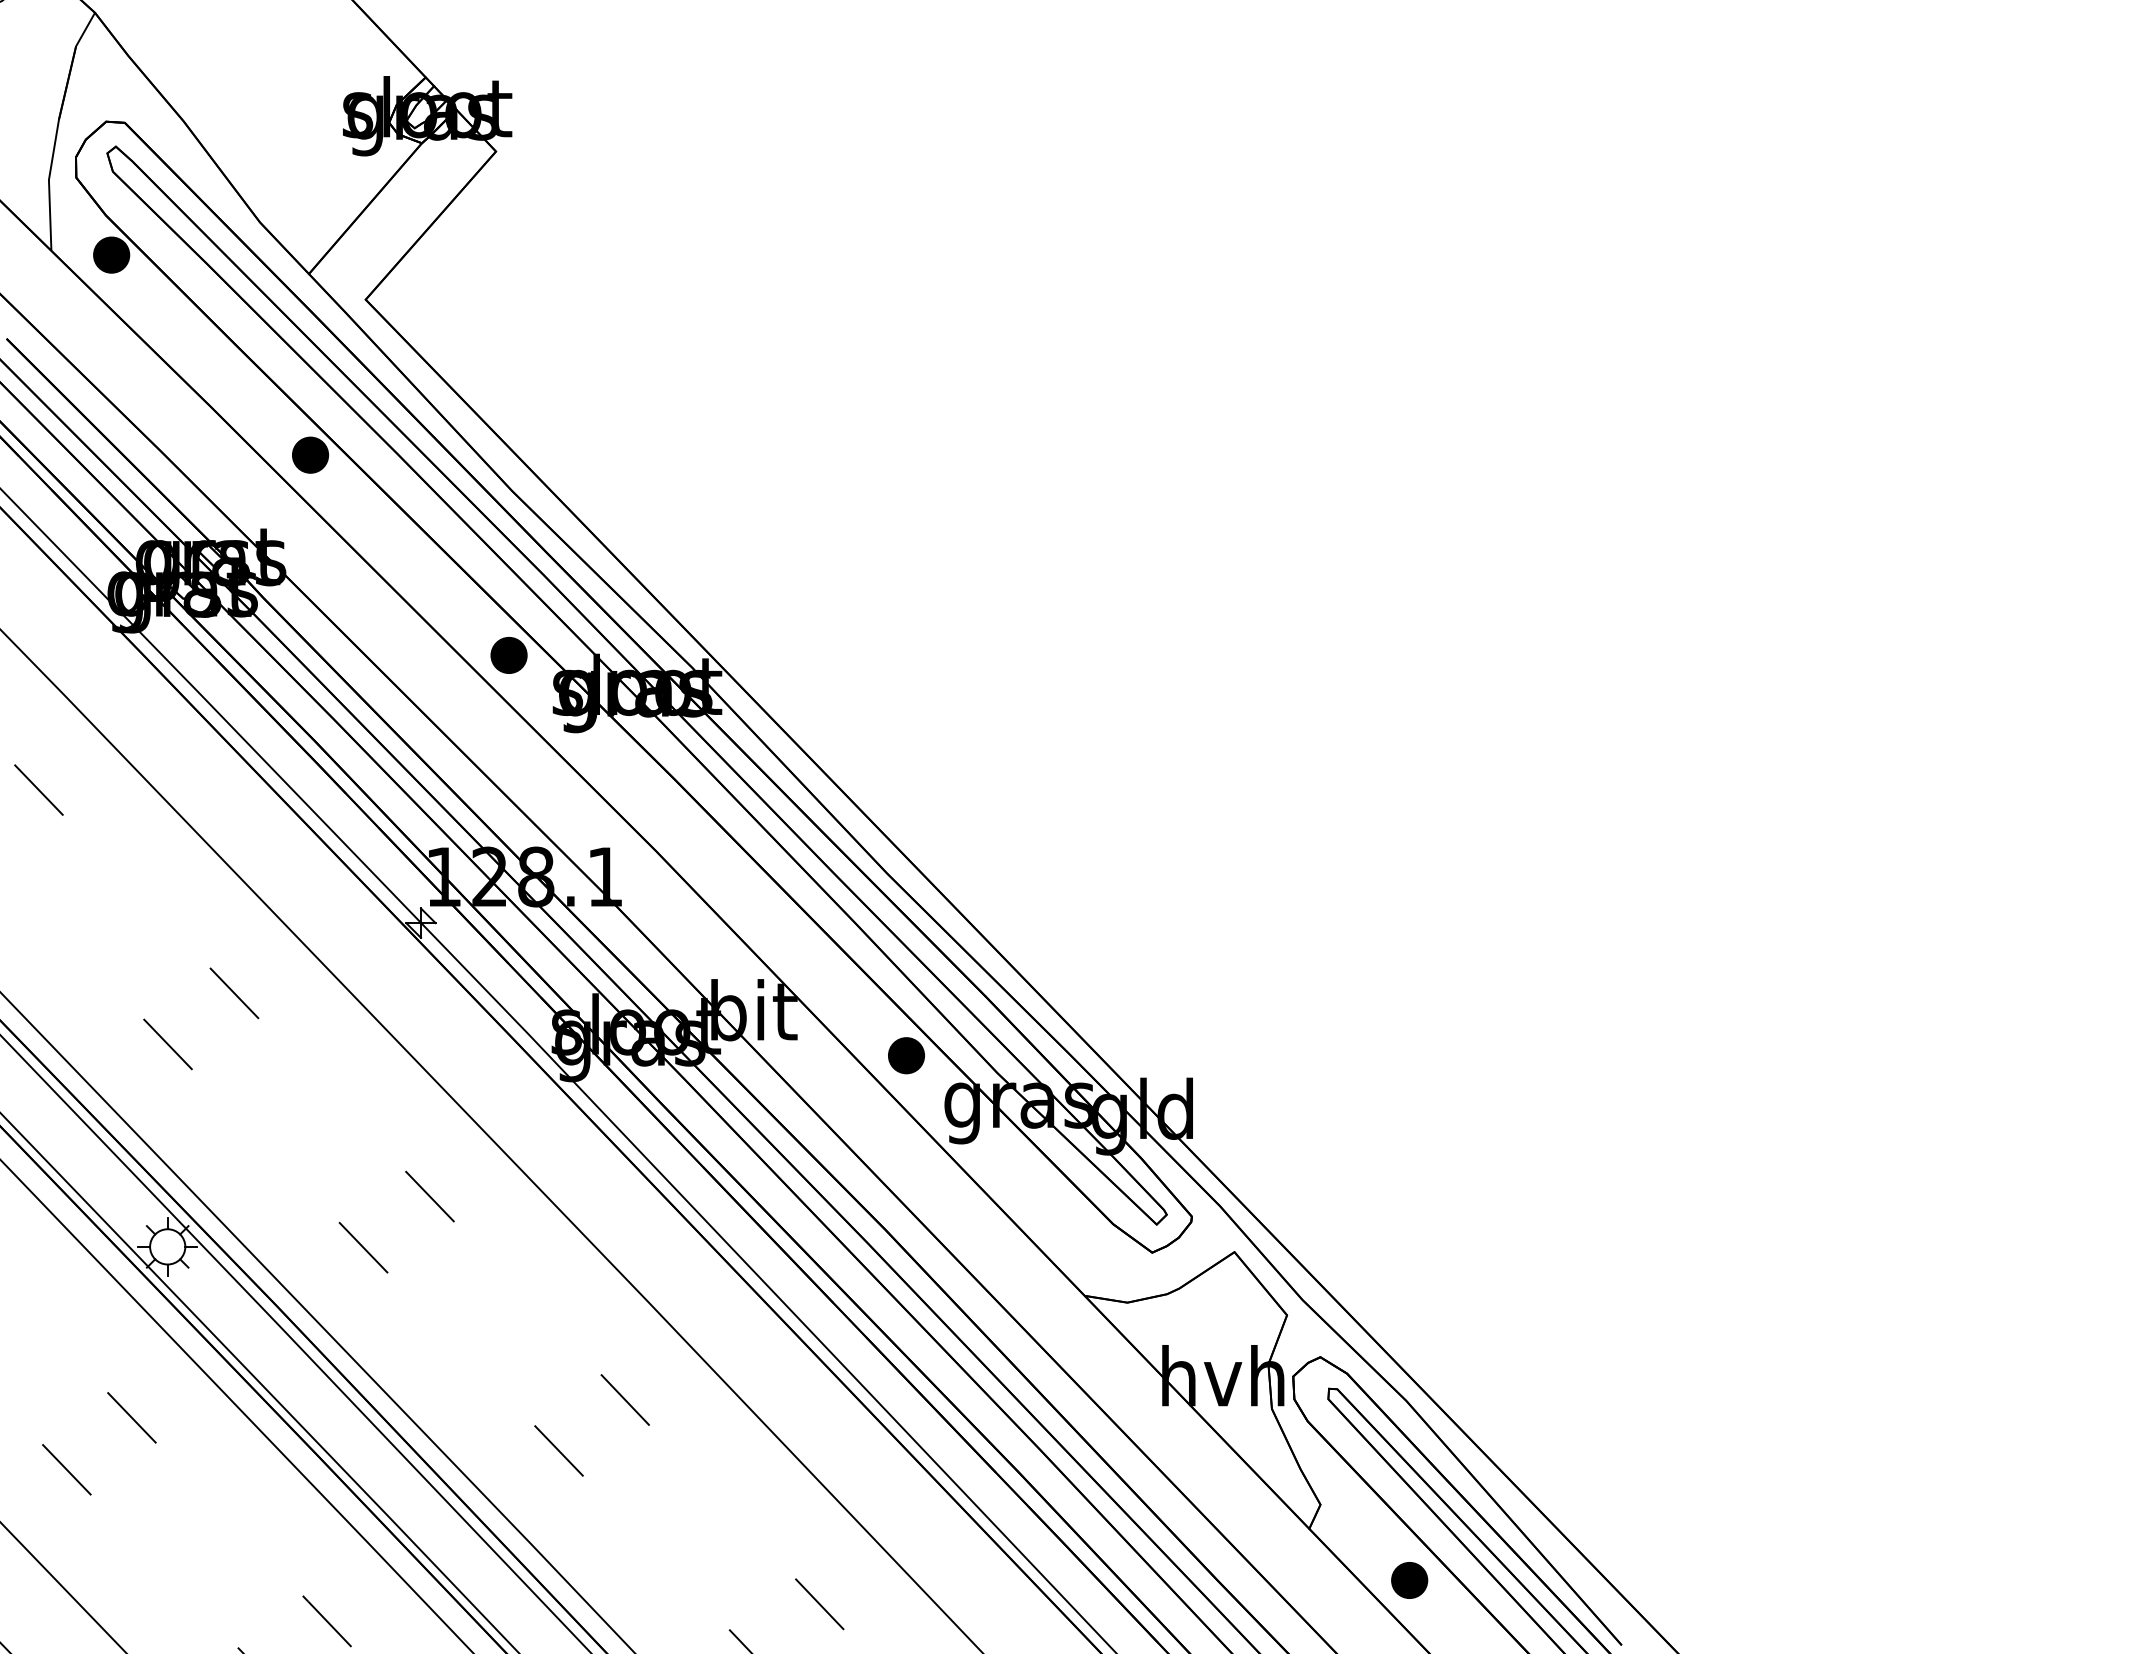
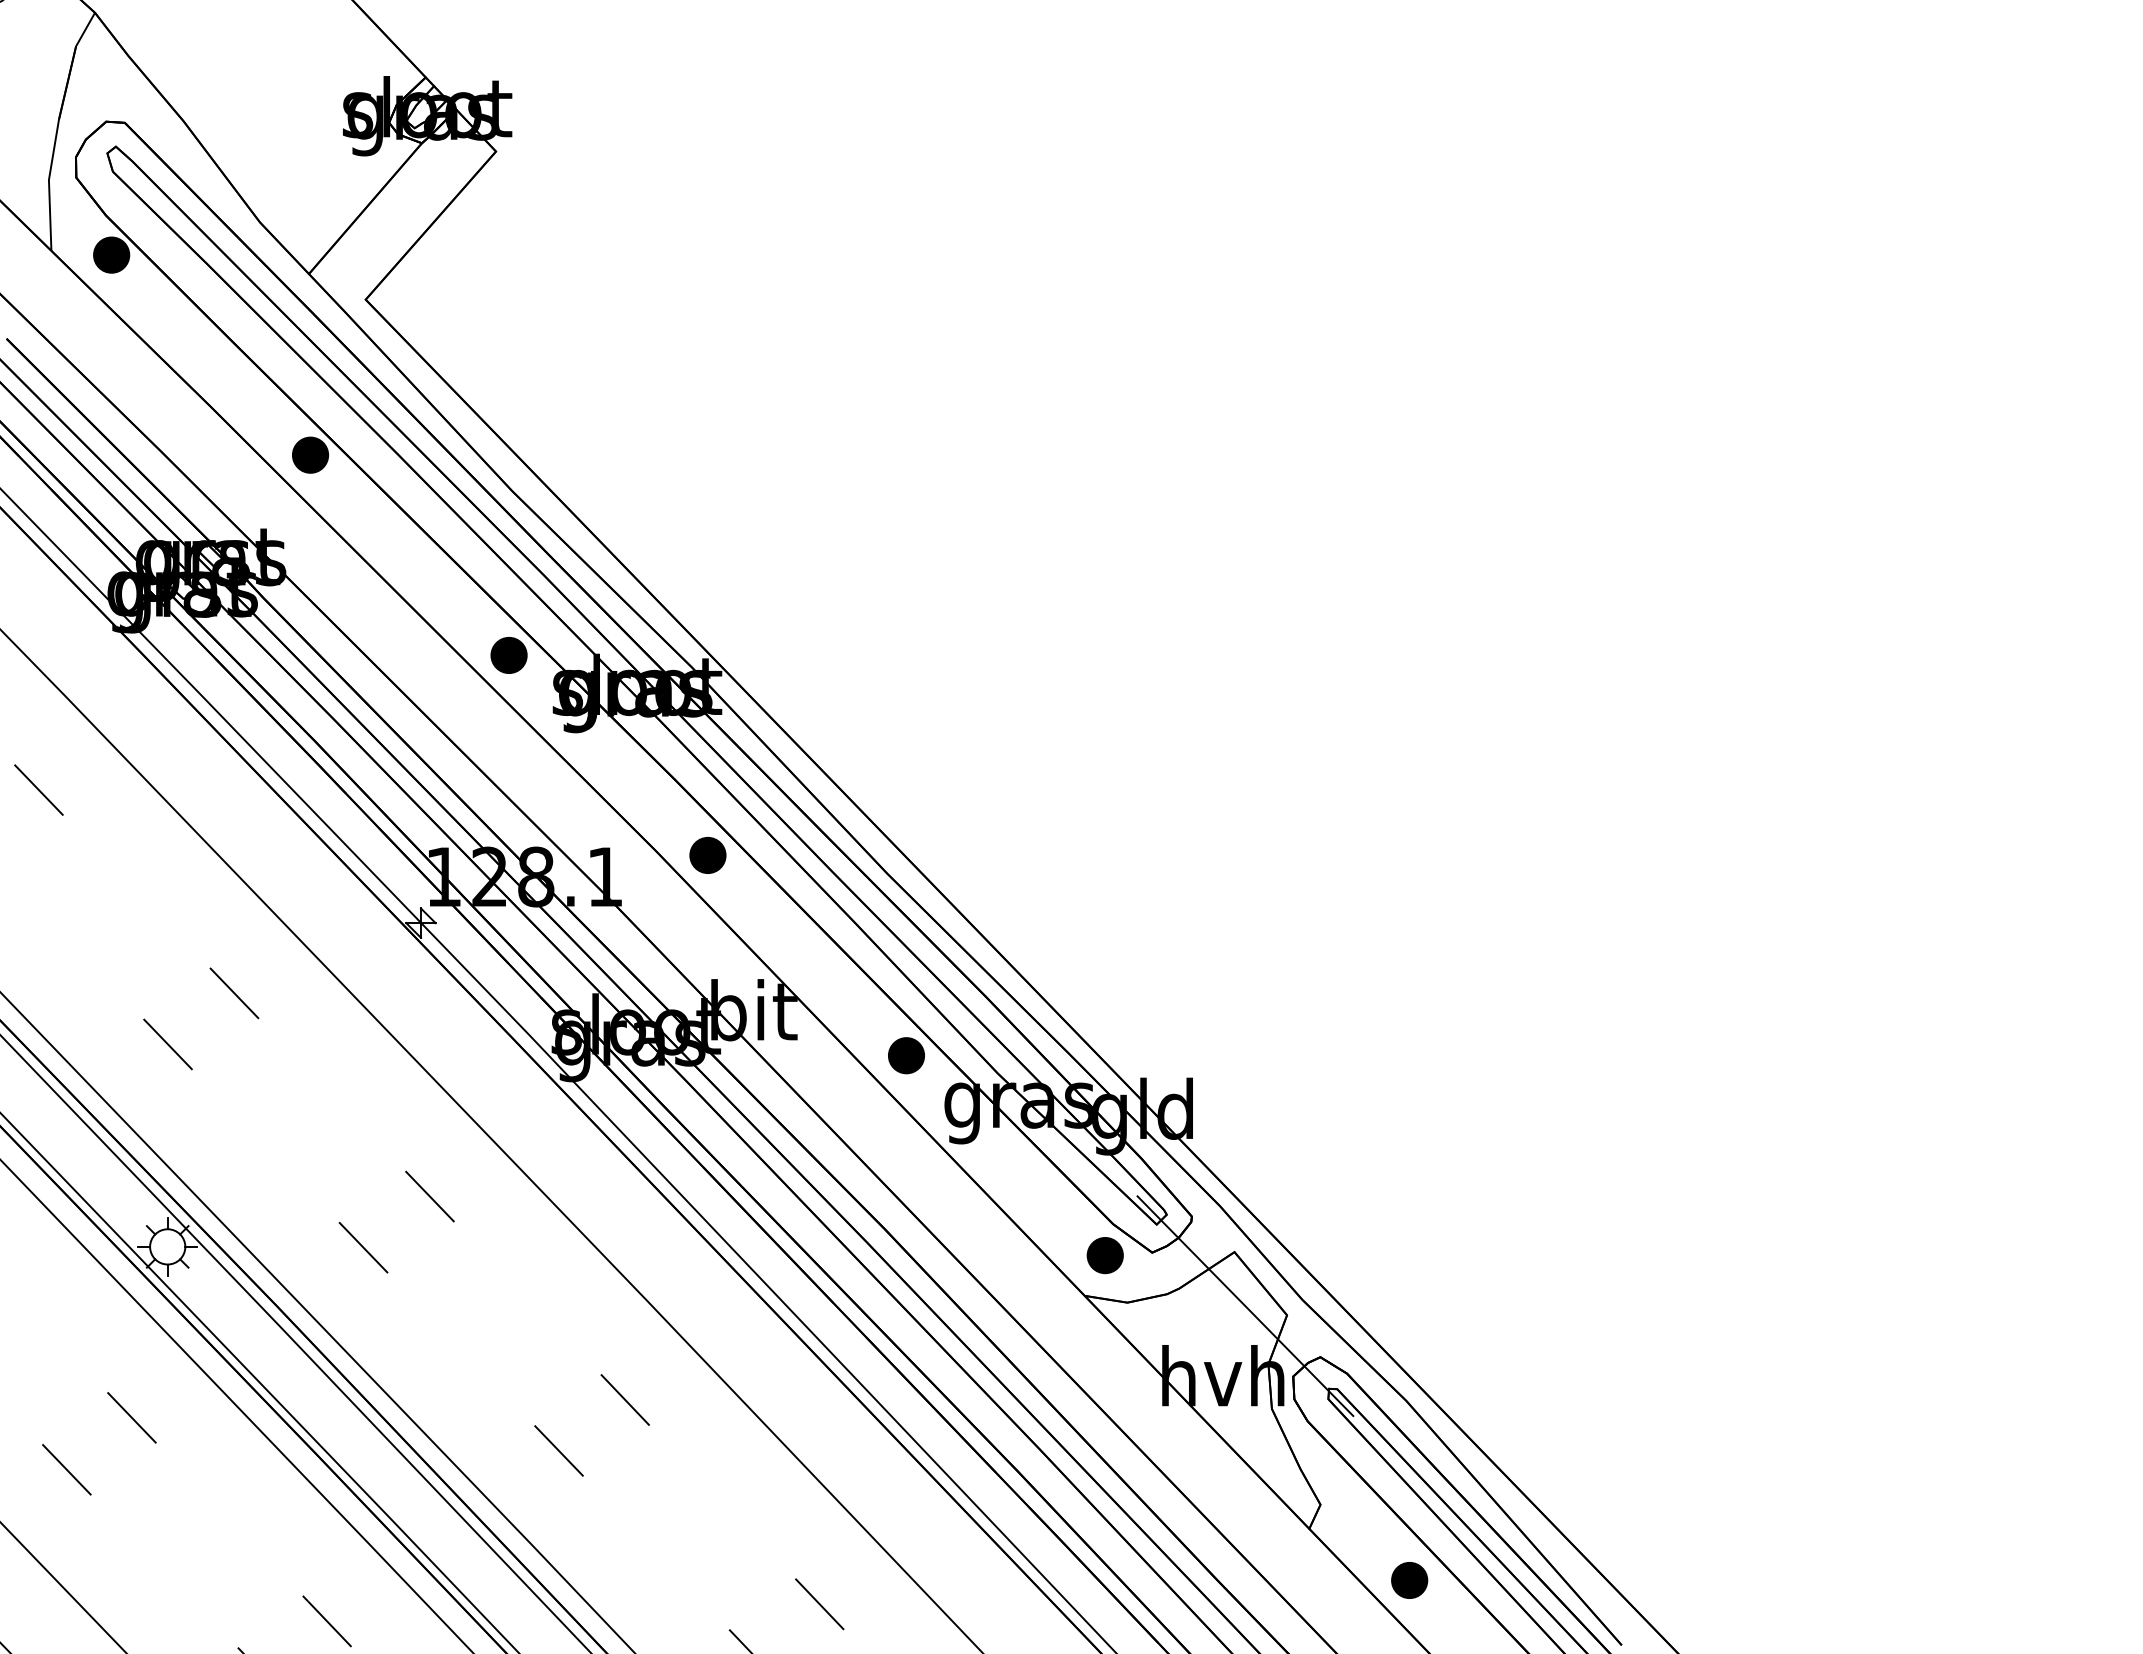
part at (707, 855): none -> present
part at (1104, 1255): none -> present
line at (1245, 1306): none -> present
